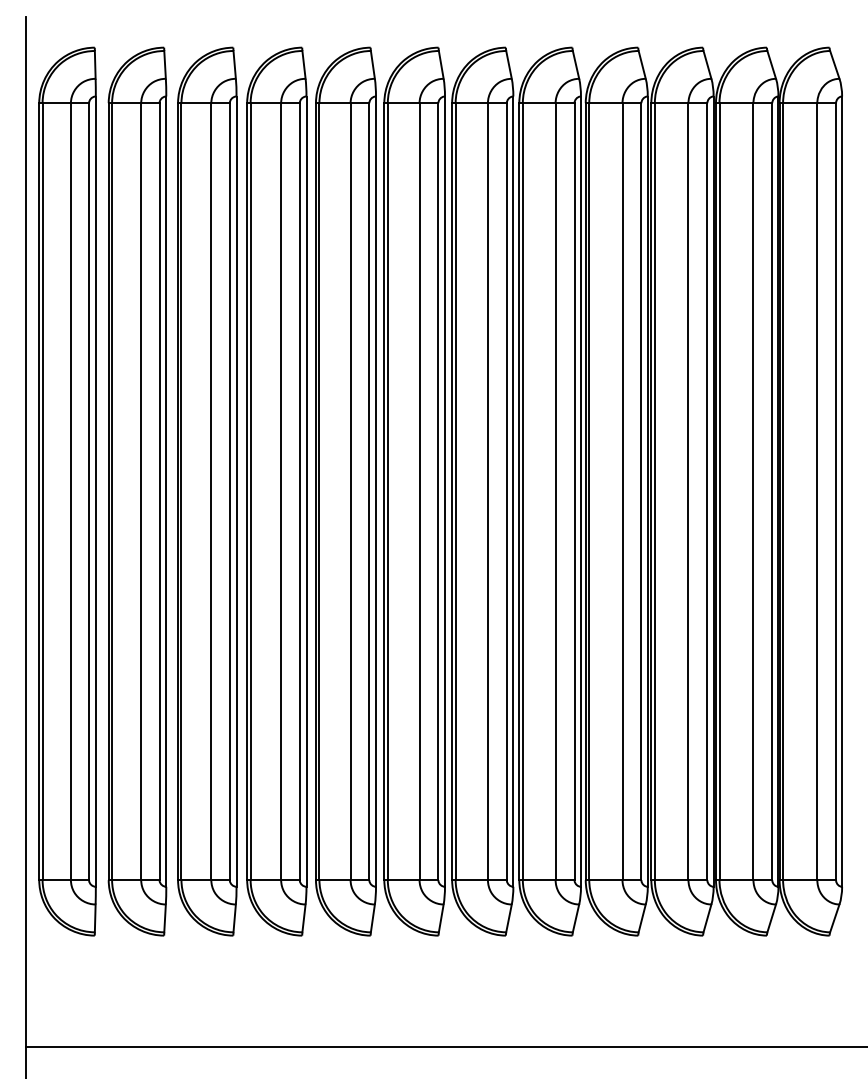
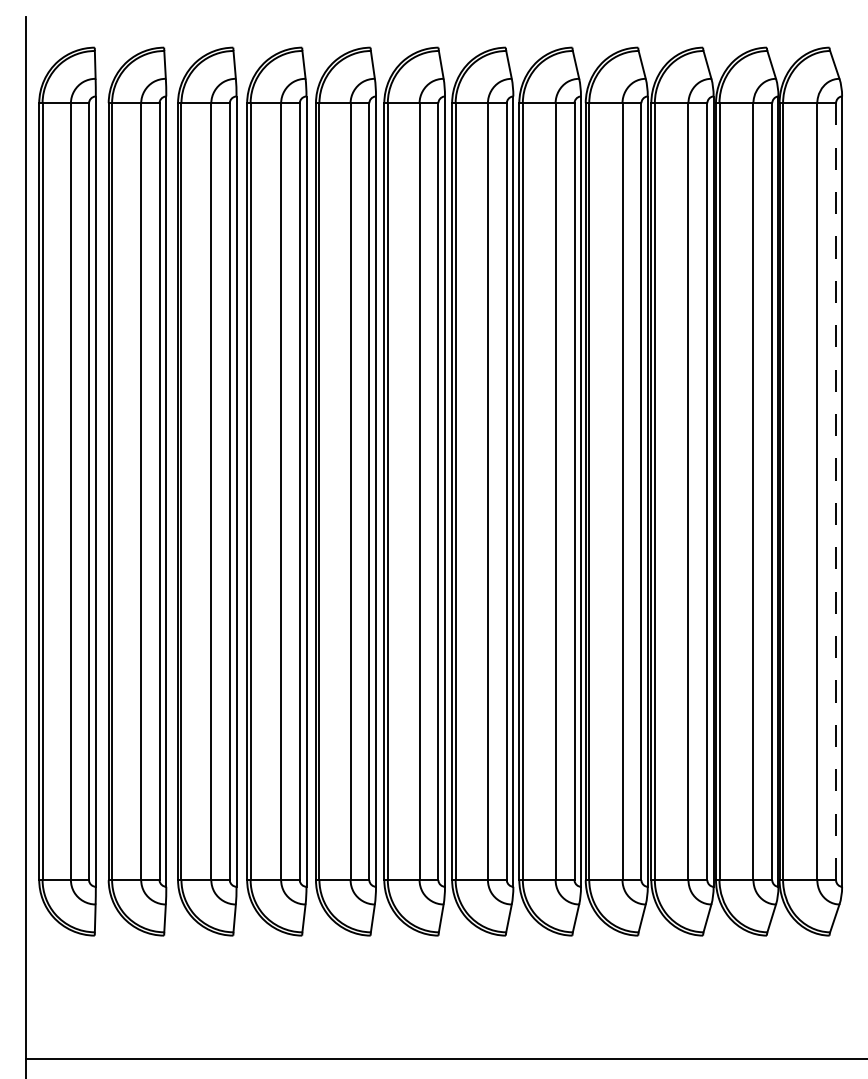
line at (836, 491): solid -> dashed
line at (444, 1046) position: (444, 1046) -> (444, 1058)
